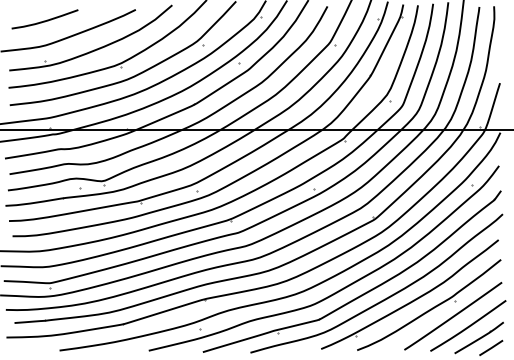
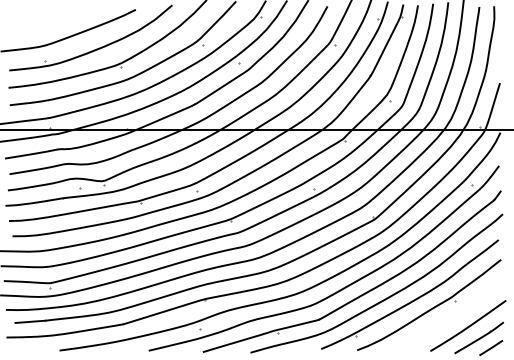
curve at (44, 20): present -> none
line at (453, 316): present -> none
